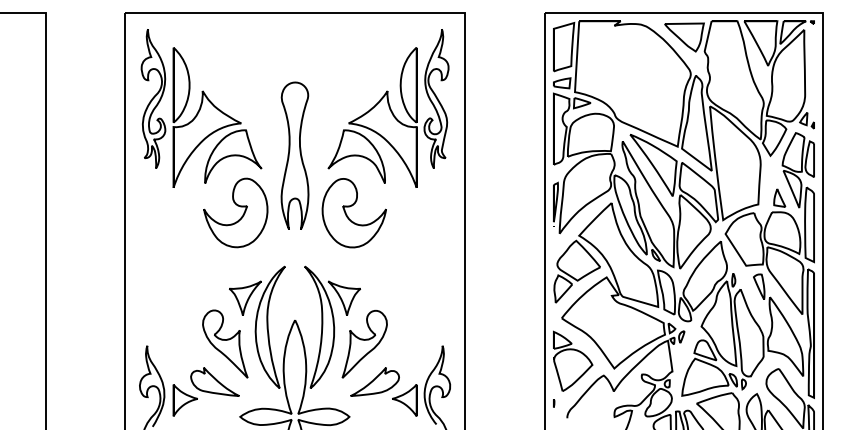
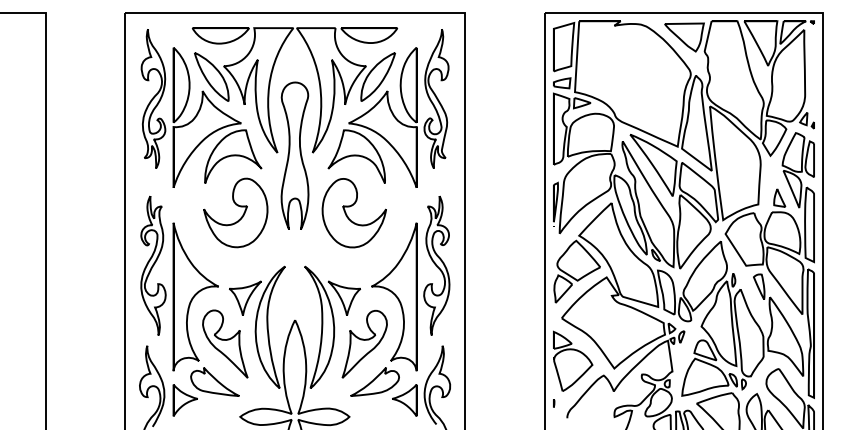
part at (270, 86): none -> present
part at (179, 283): none -> present
part at (410, 283): none -> present
